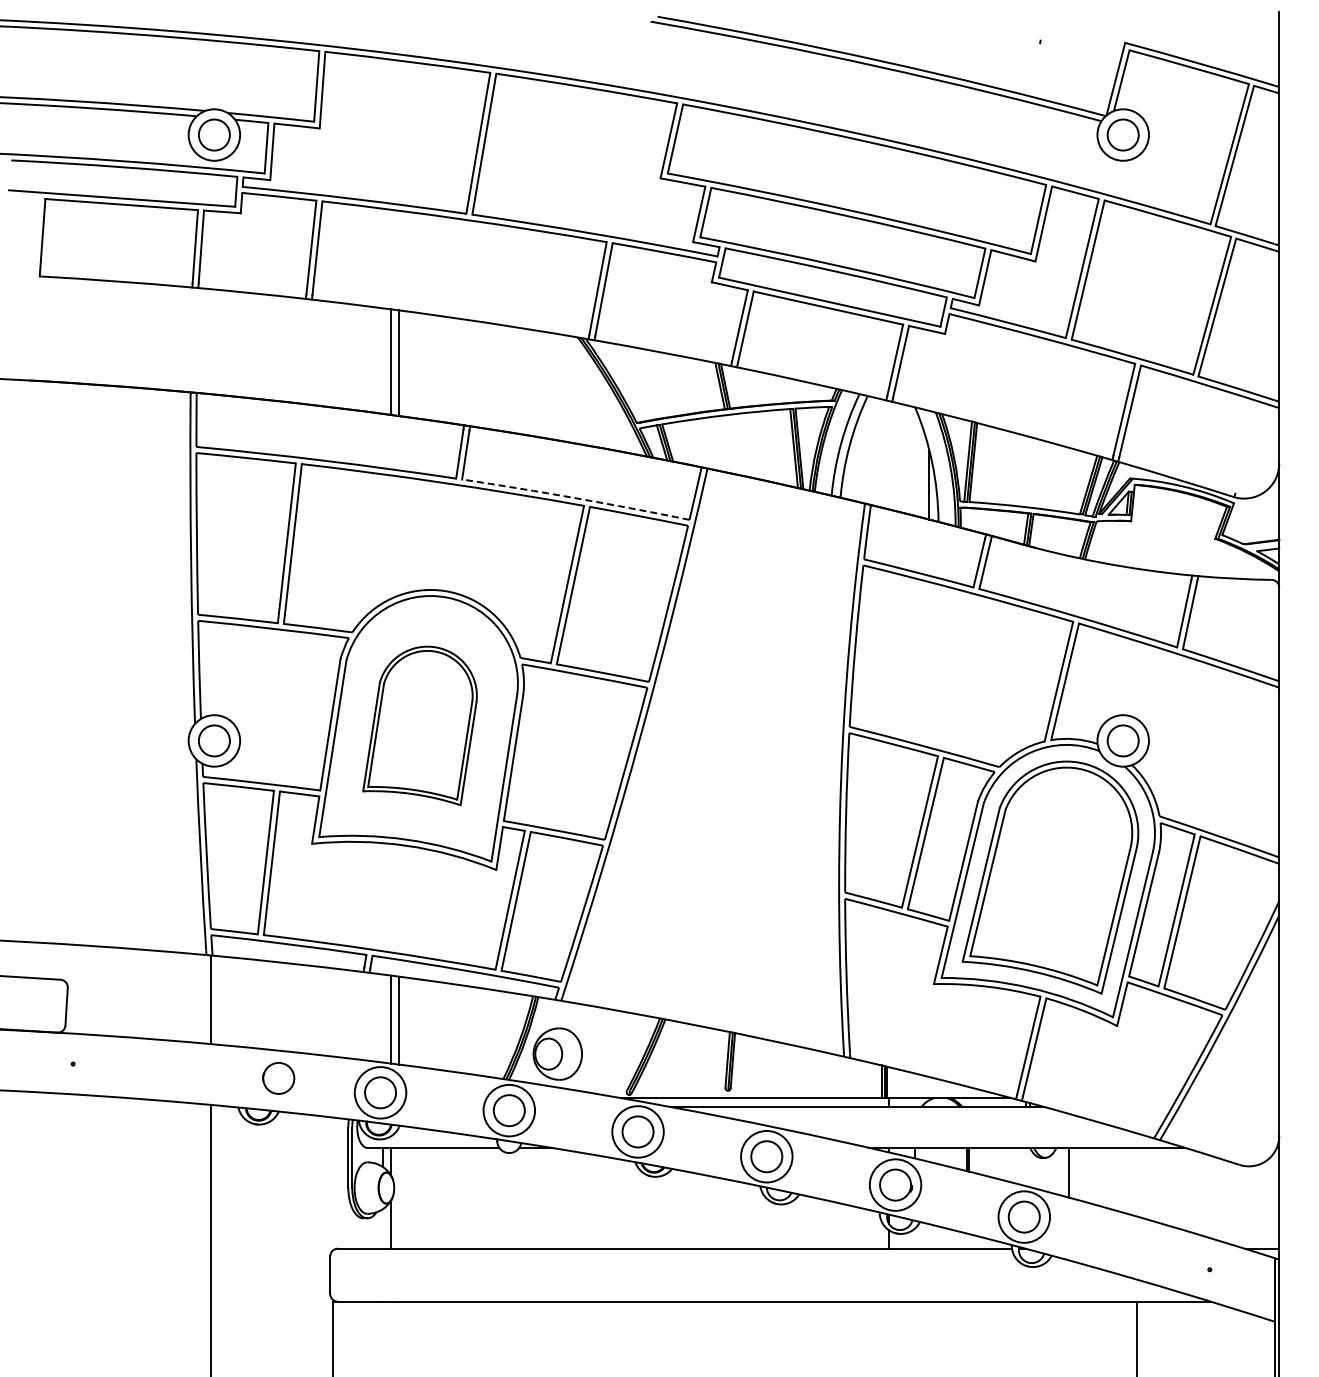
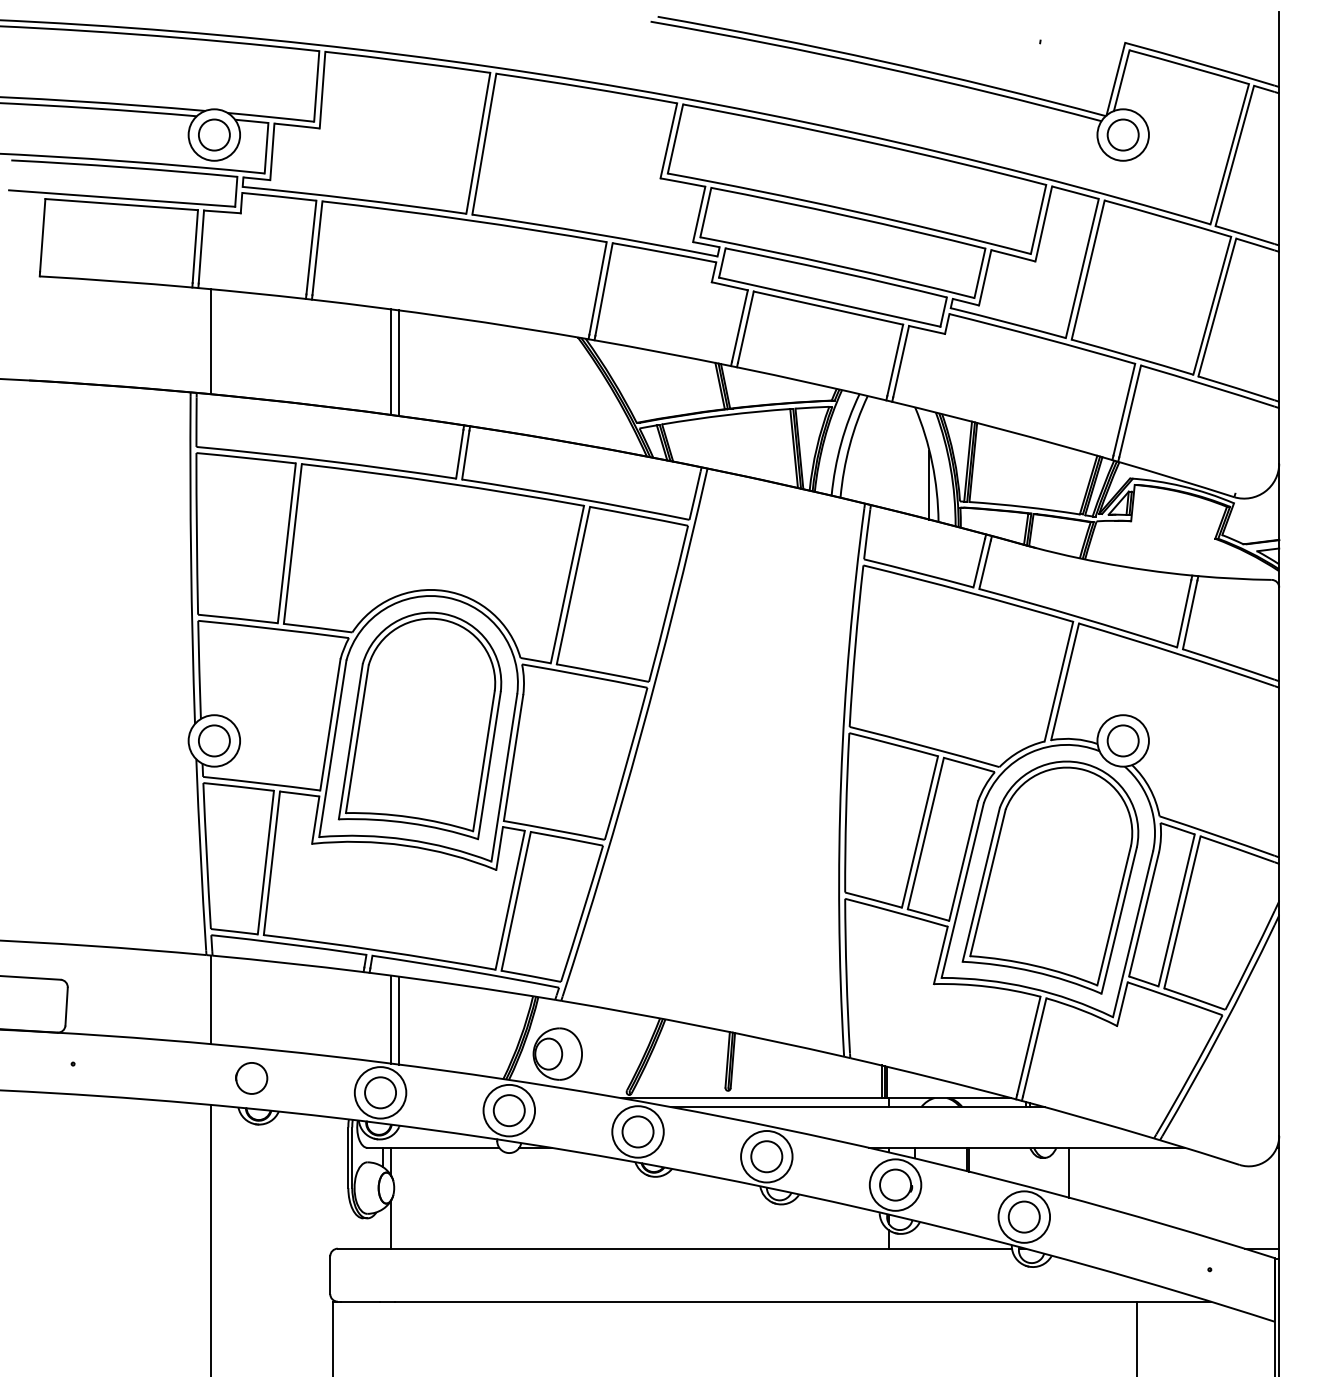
line at (211, 341): none -> present
arc at (576, 498): dashed -> solid
part at (419, 725) size: 116x162 px -> 166x230 px
circle at (278, 1078) position: (278, 1078) -> (251, 1078)
